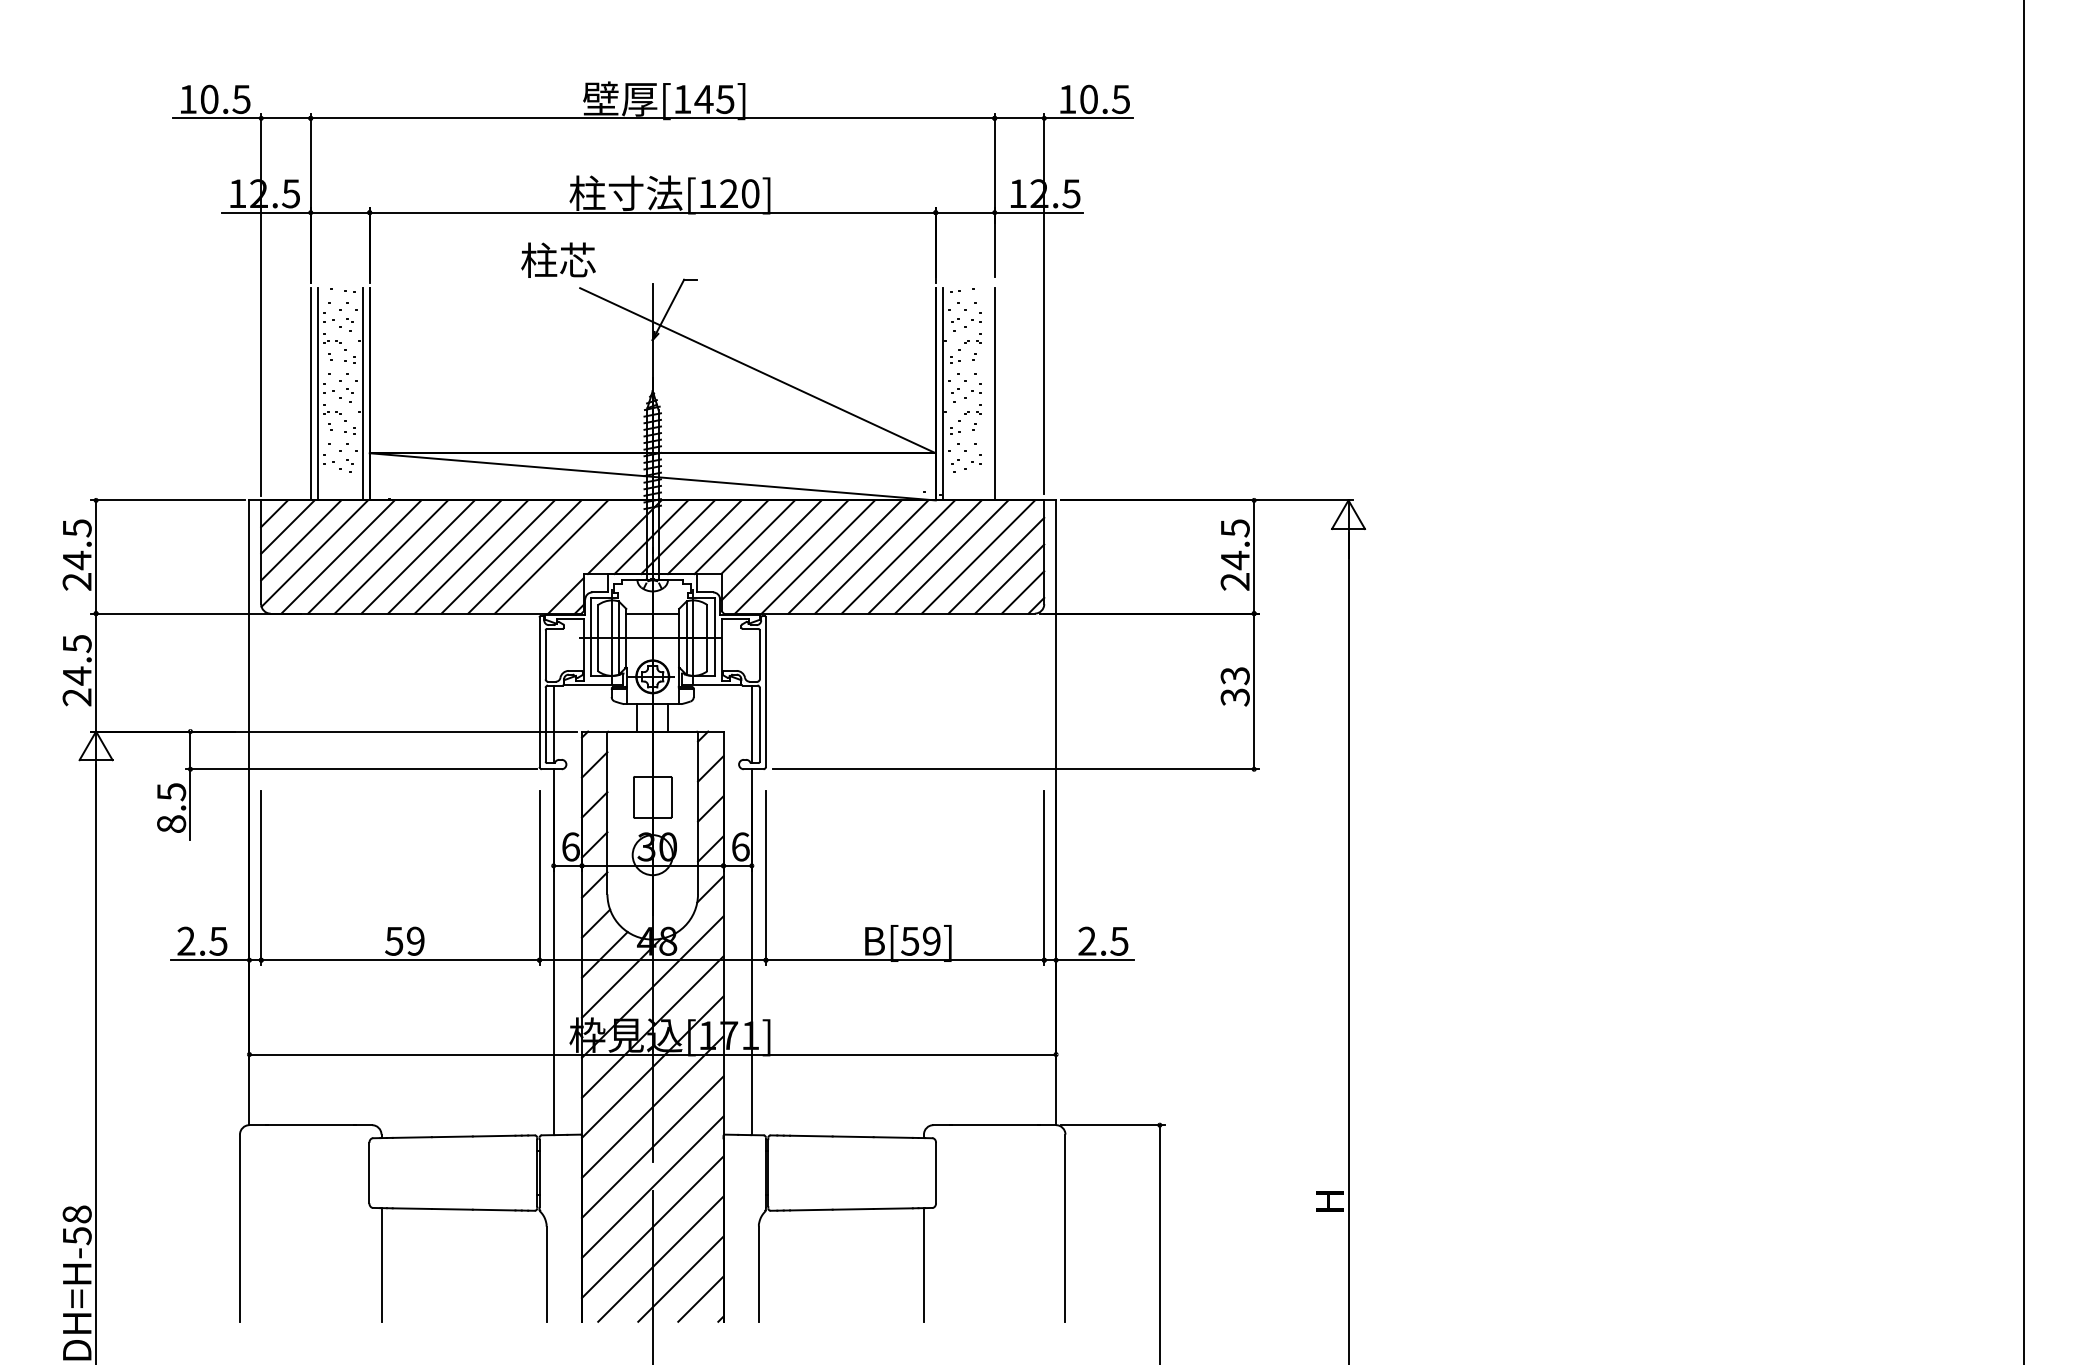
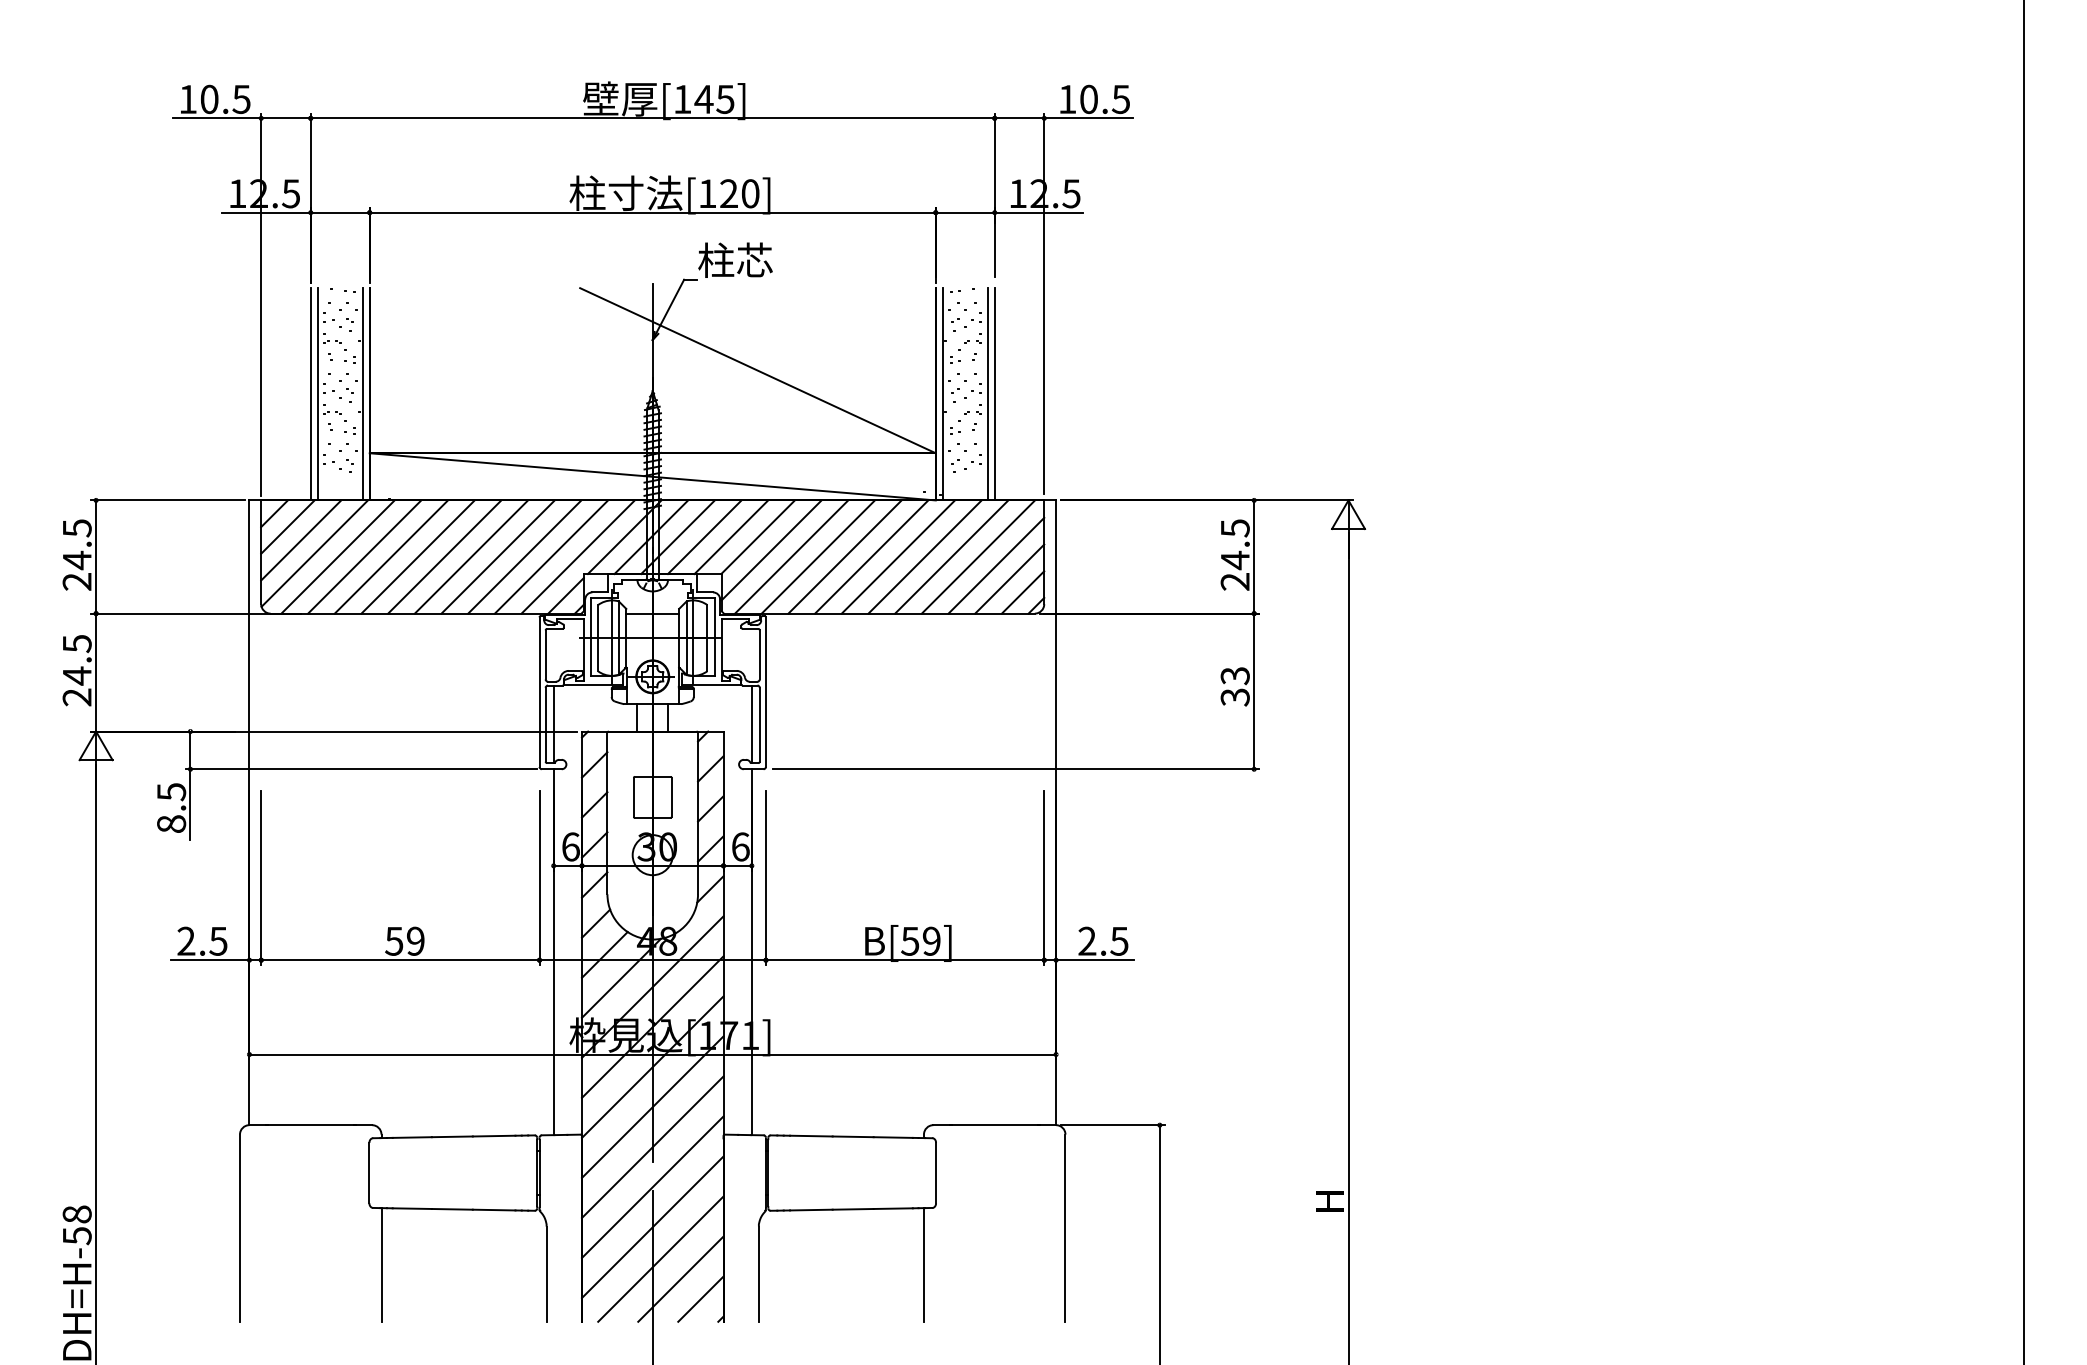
text at (558, 259) position: (558, 259) -> (735, 259)
line at (987, 394): none -> present
line at (577, 556): none -> present
